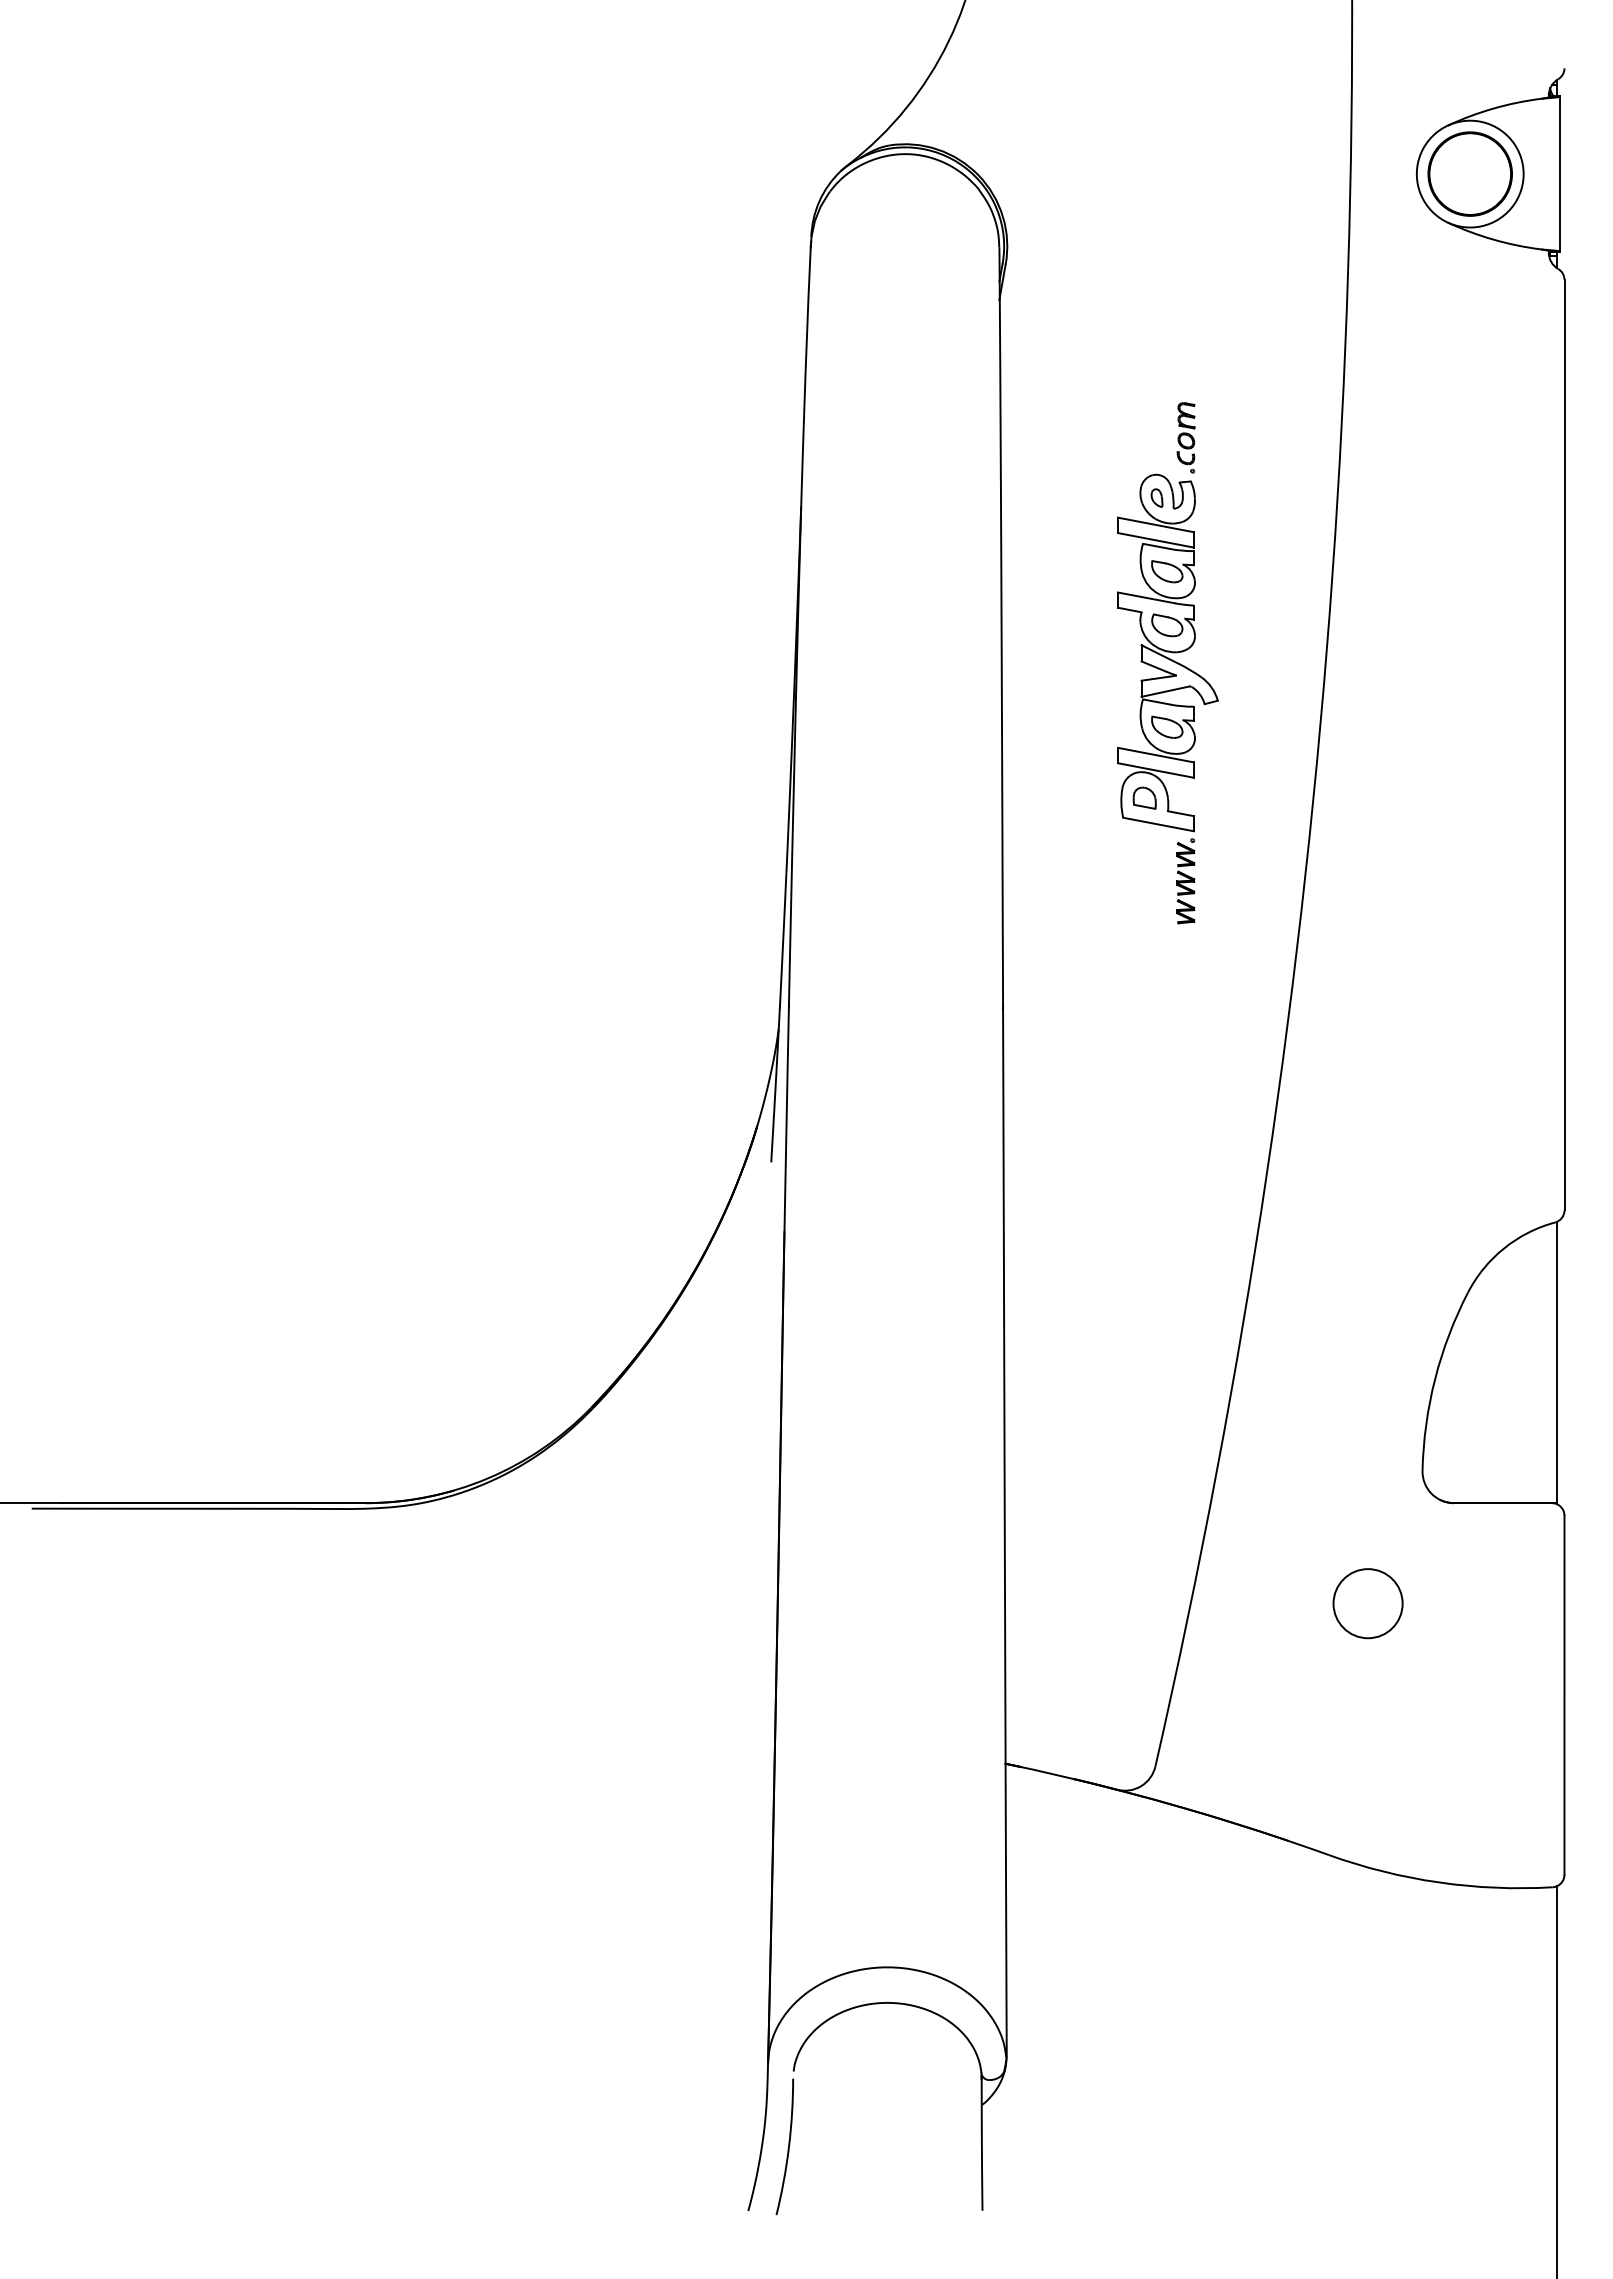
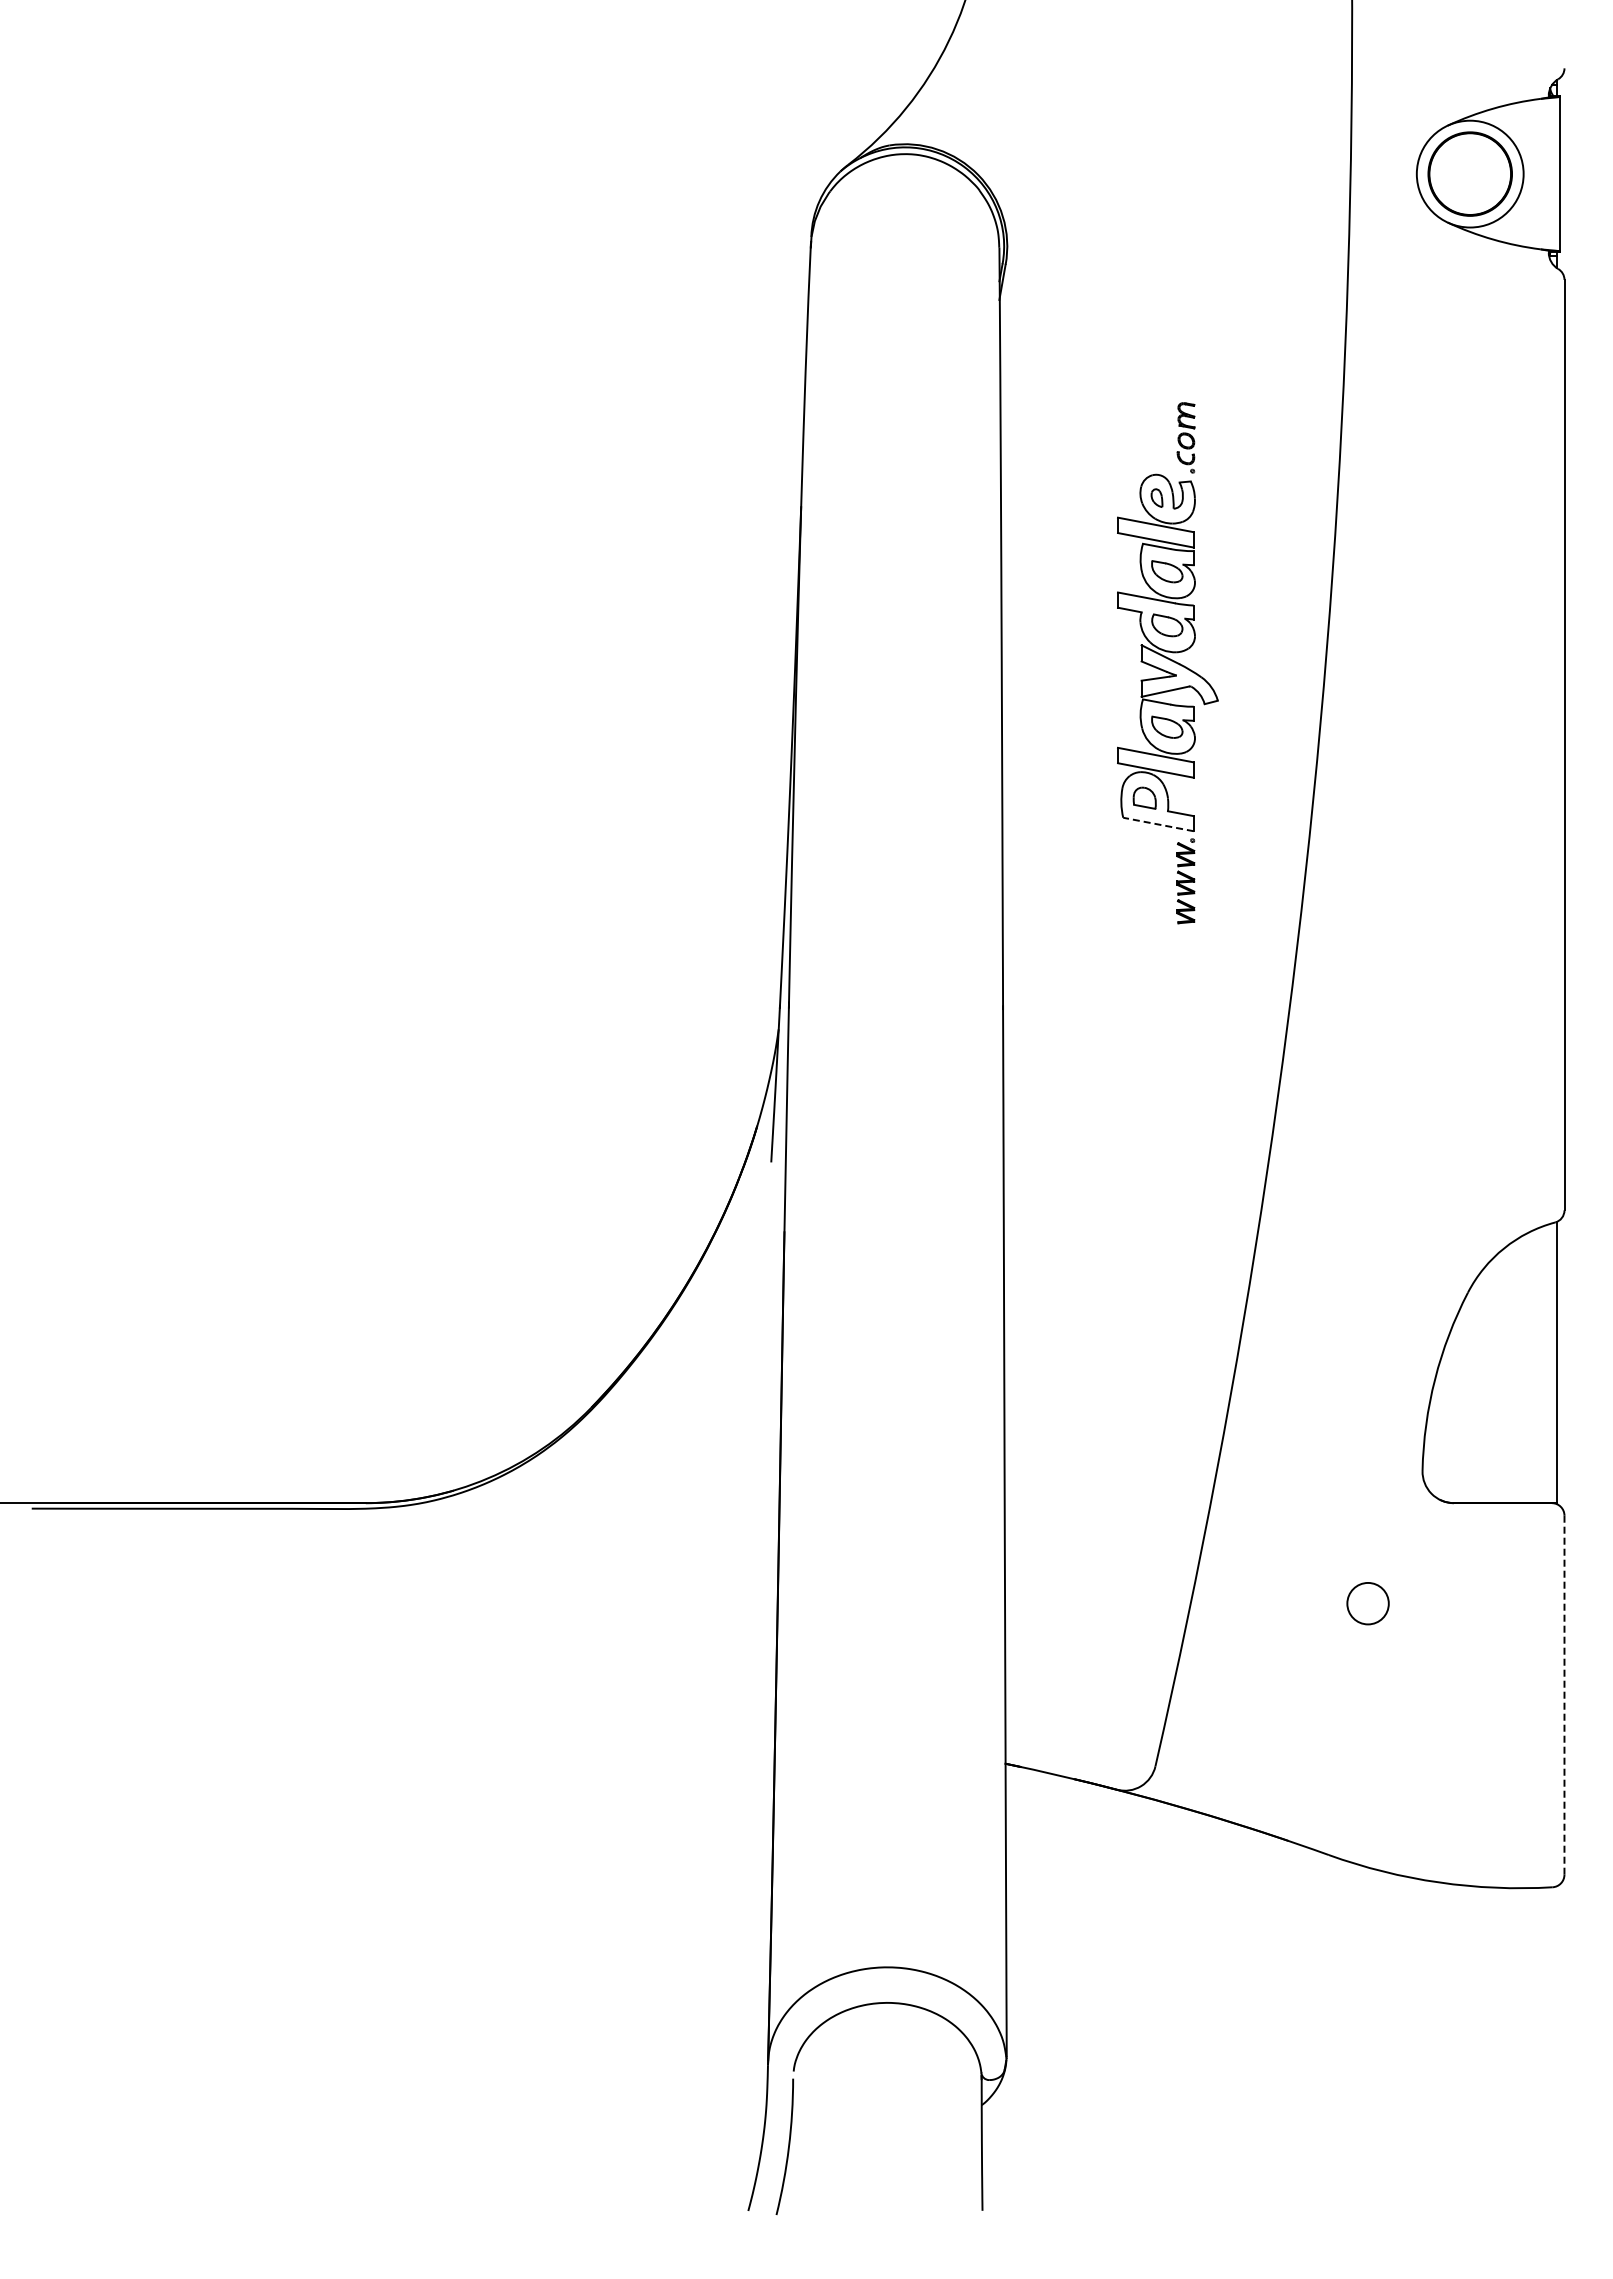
line at (1158, 824): solid -> dashed
circle at (1367, 1603) diameter: 69 px -> 41 px
line at (1564, 1695): solid -> dashed
line at (1556, 2080): present -> none
